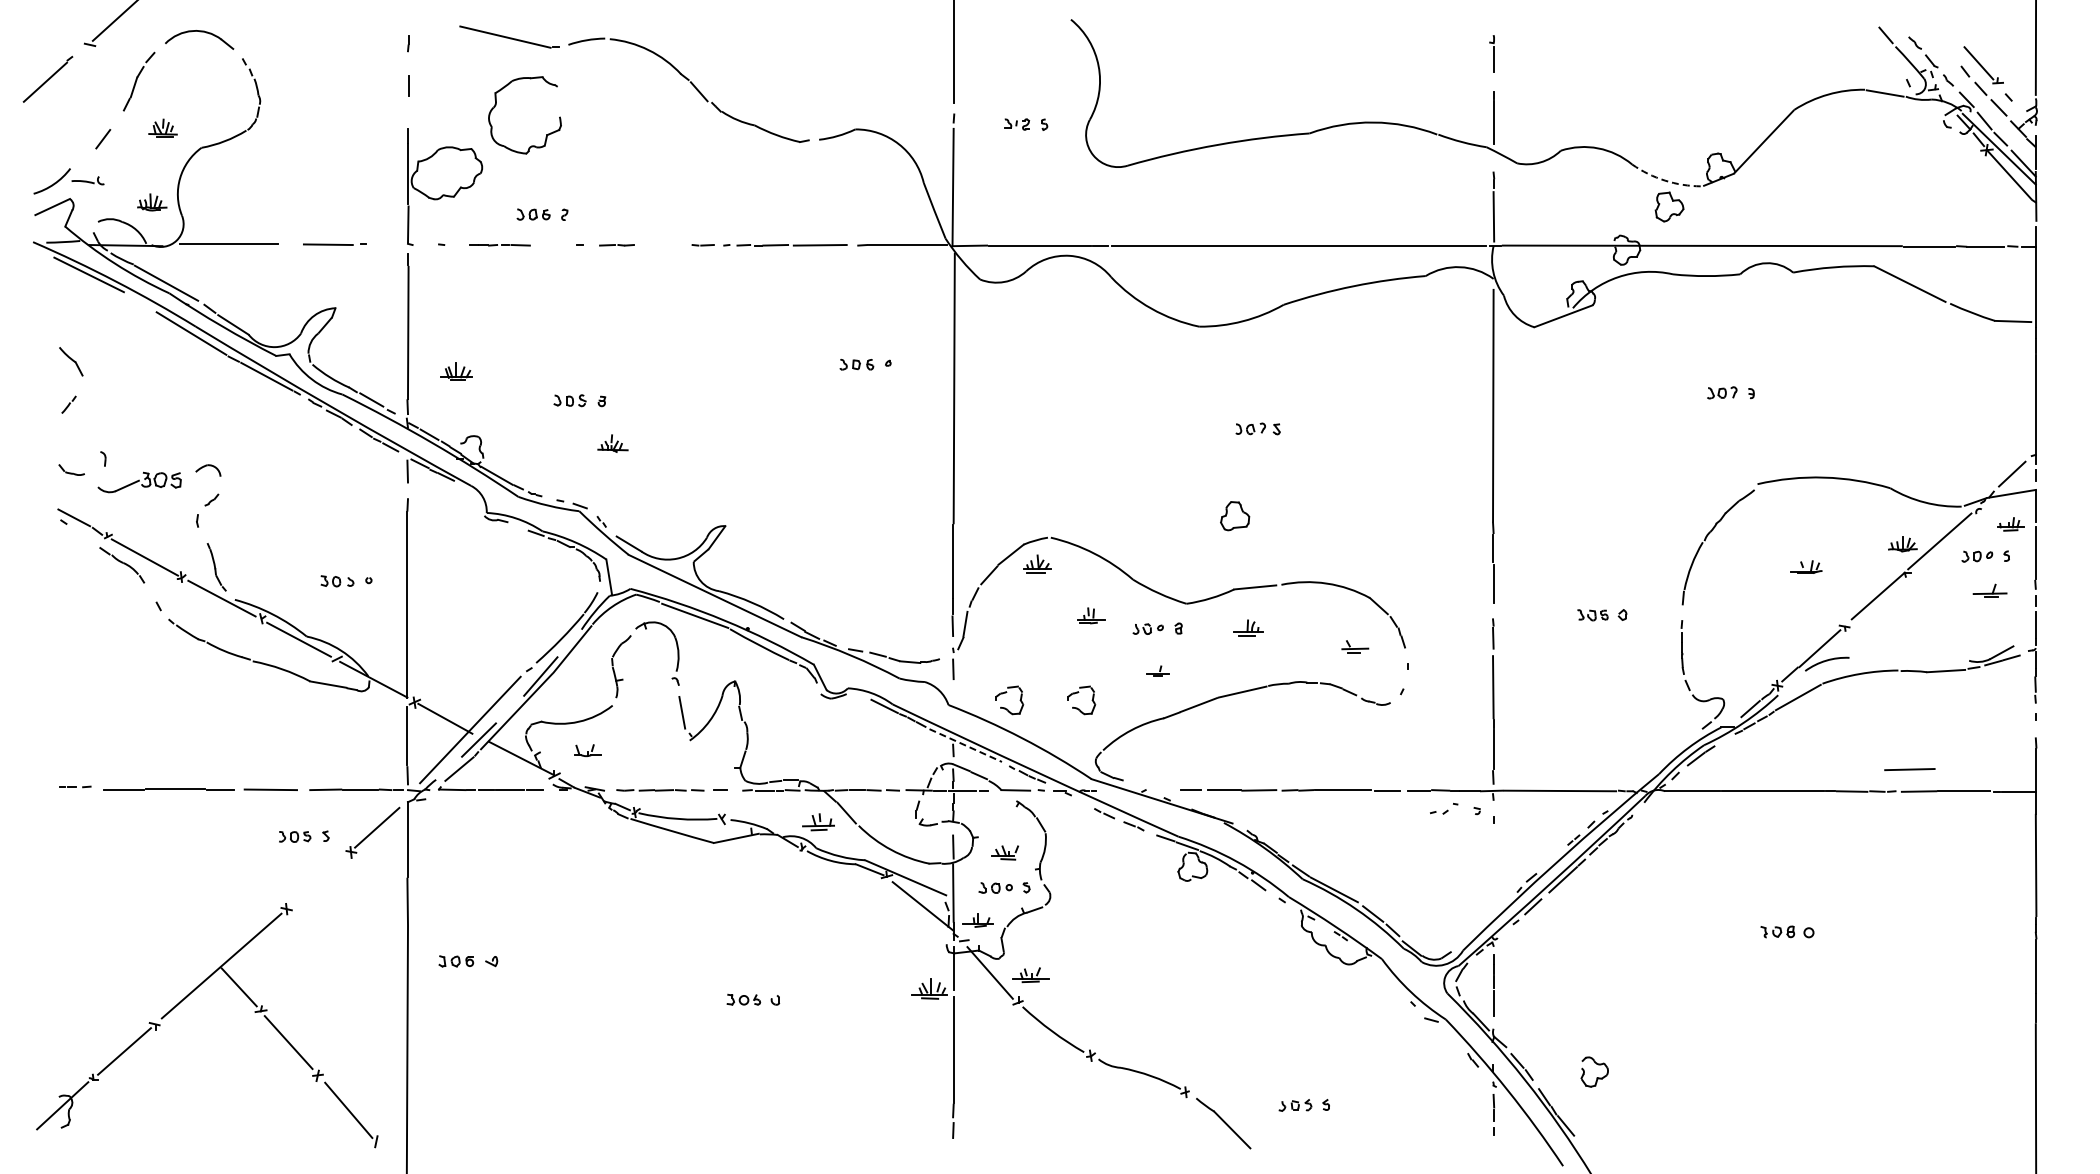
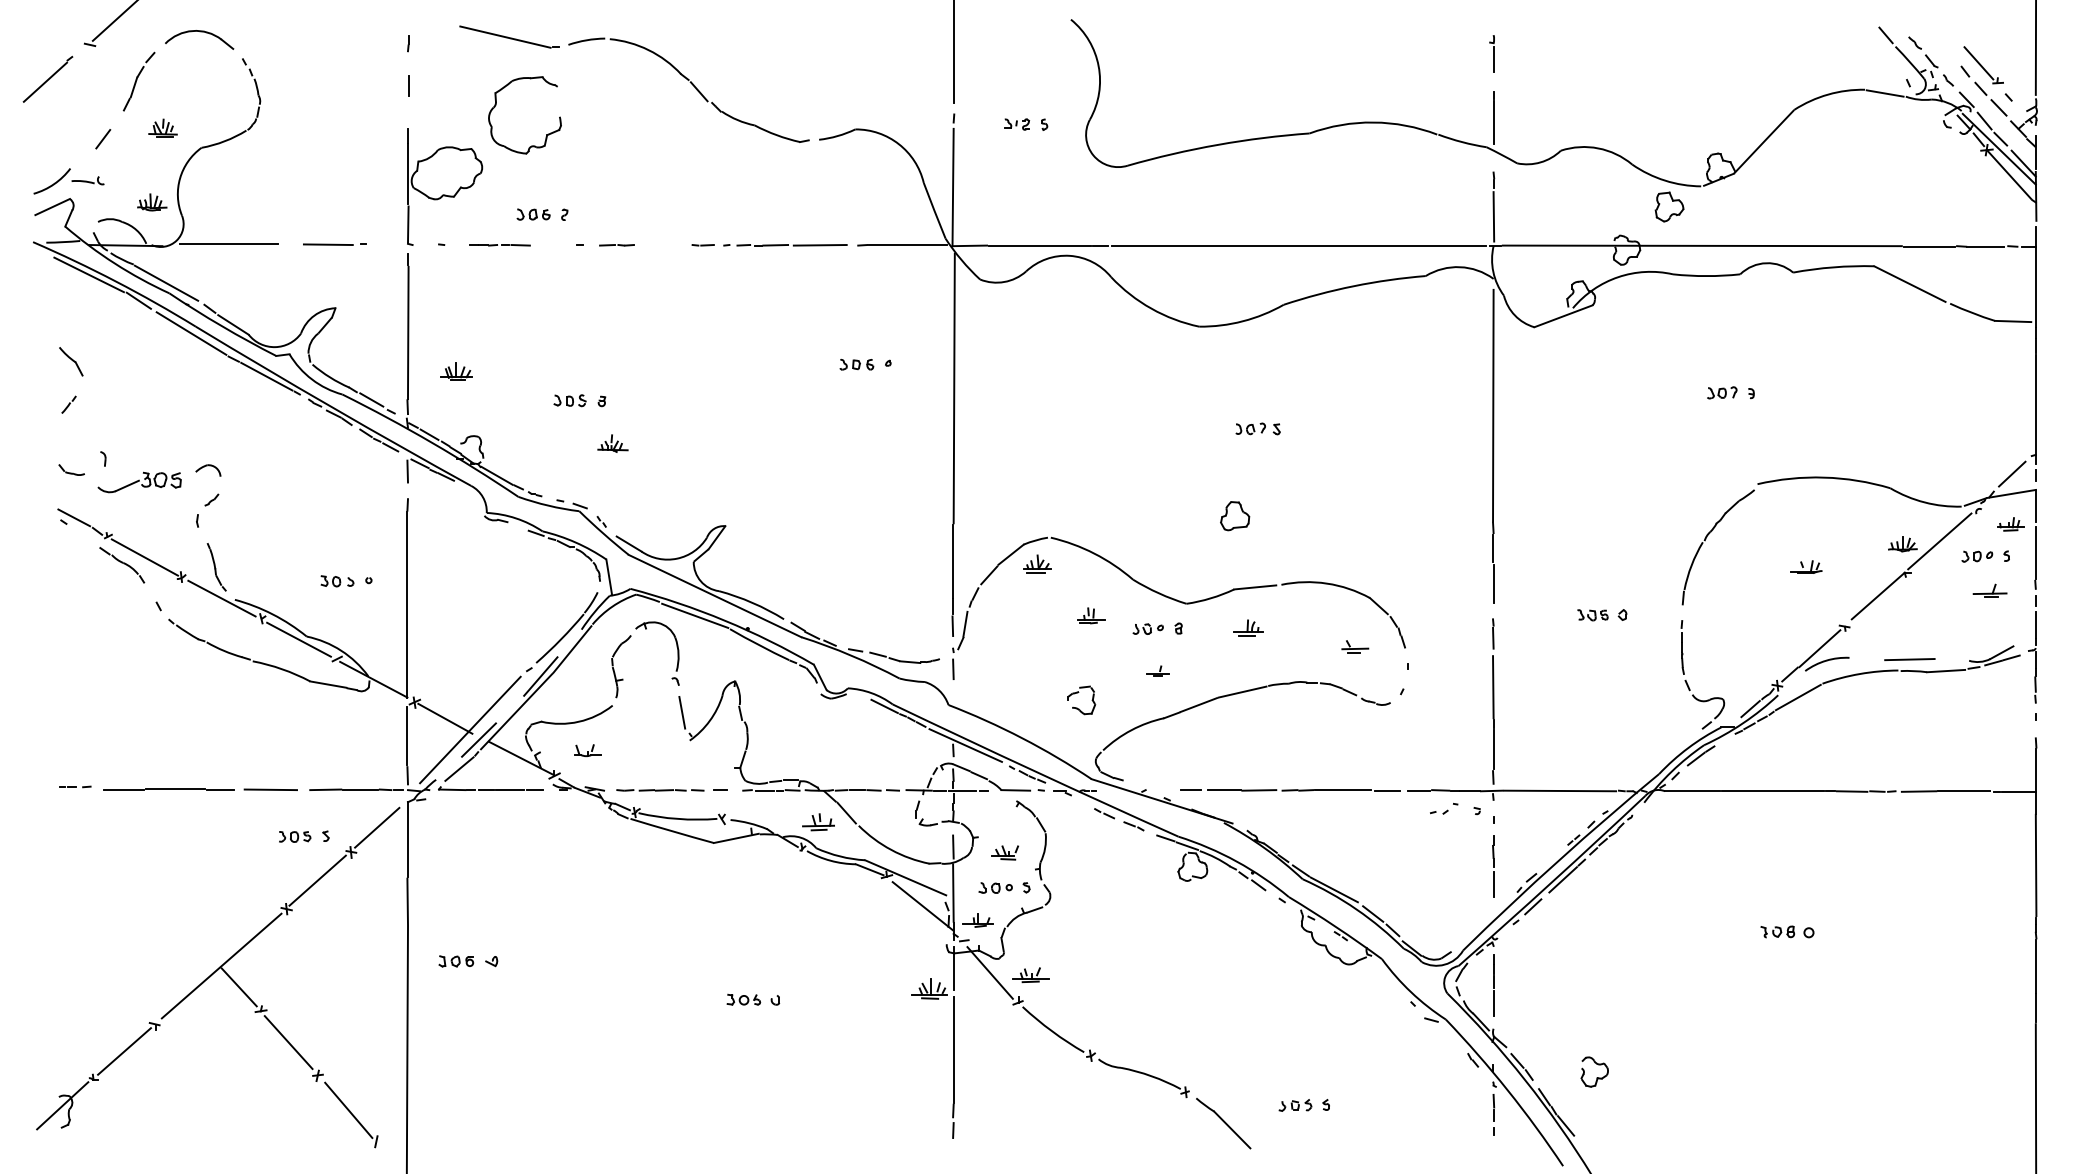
arc at (1665, 180): dashed -> solid
line at (138, 300): none -> present
part at (1006, 693): present -> none
line at (965, 745): dashed -> solid
line at (1909, 769) position: (1909, 769) -> (1909, 659)
line at (1493, 866): none -> present
line at (317, 880): none -> present
